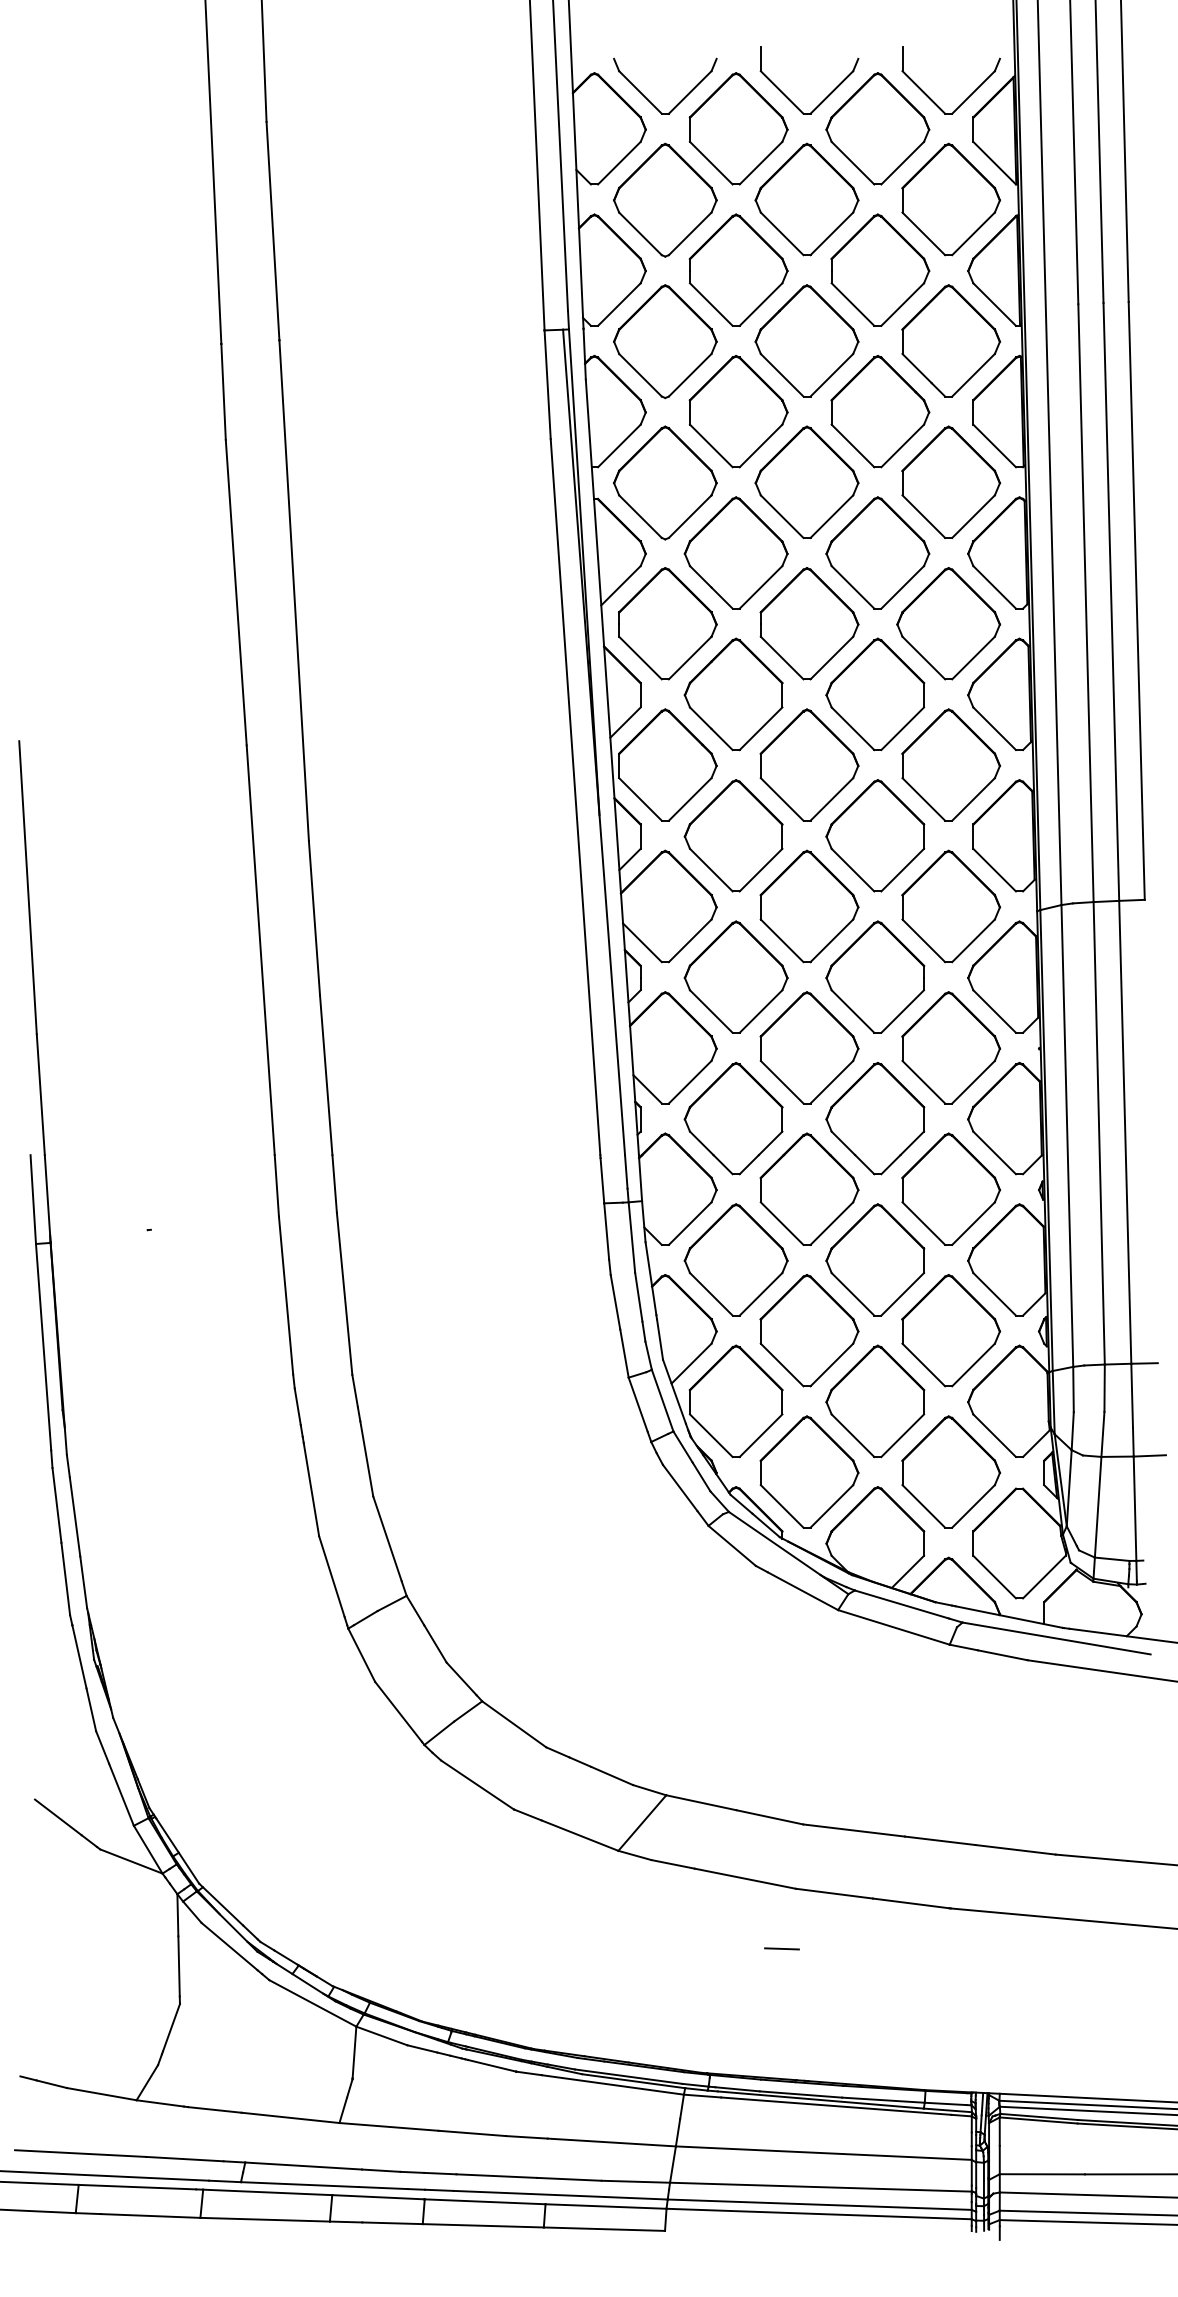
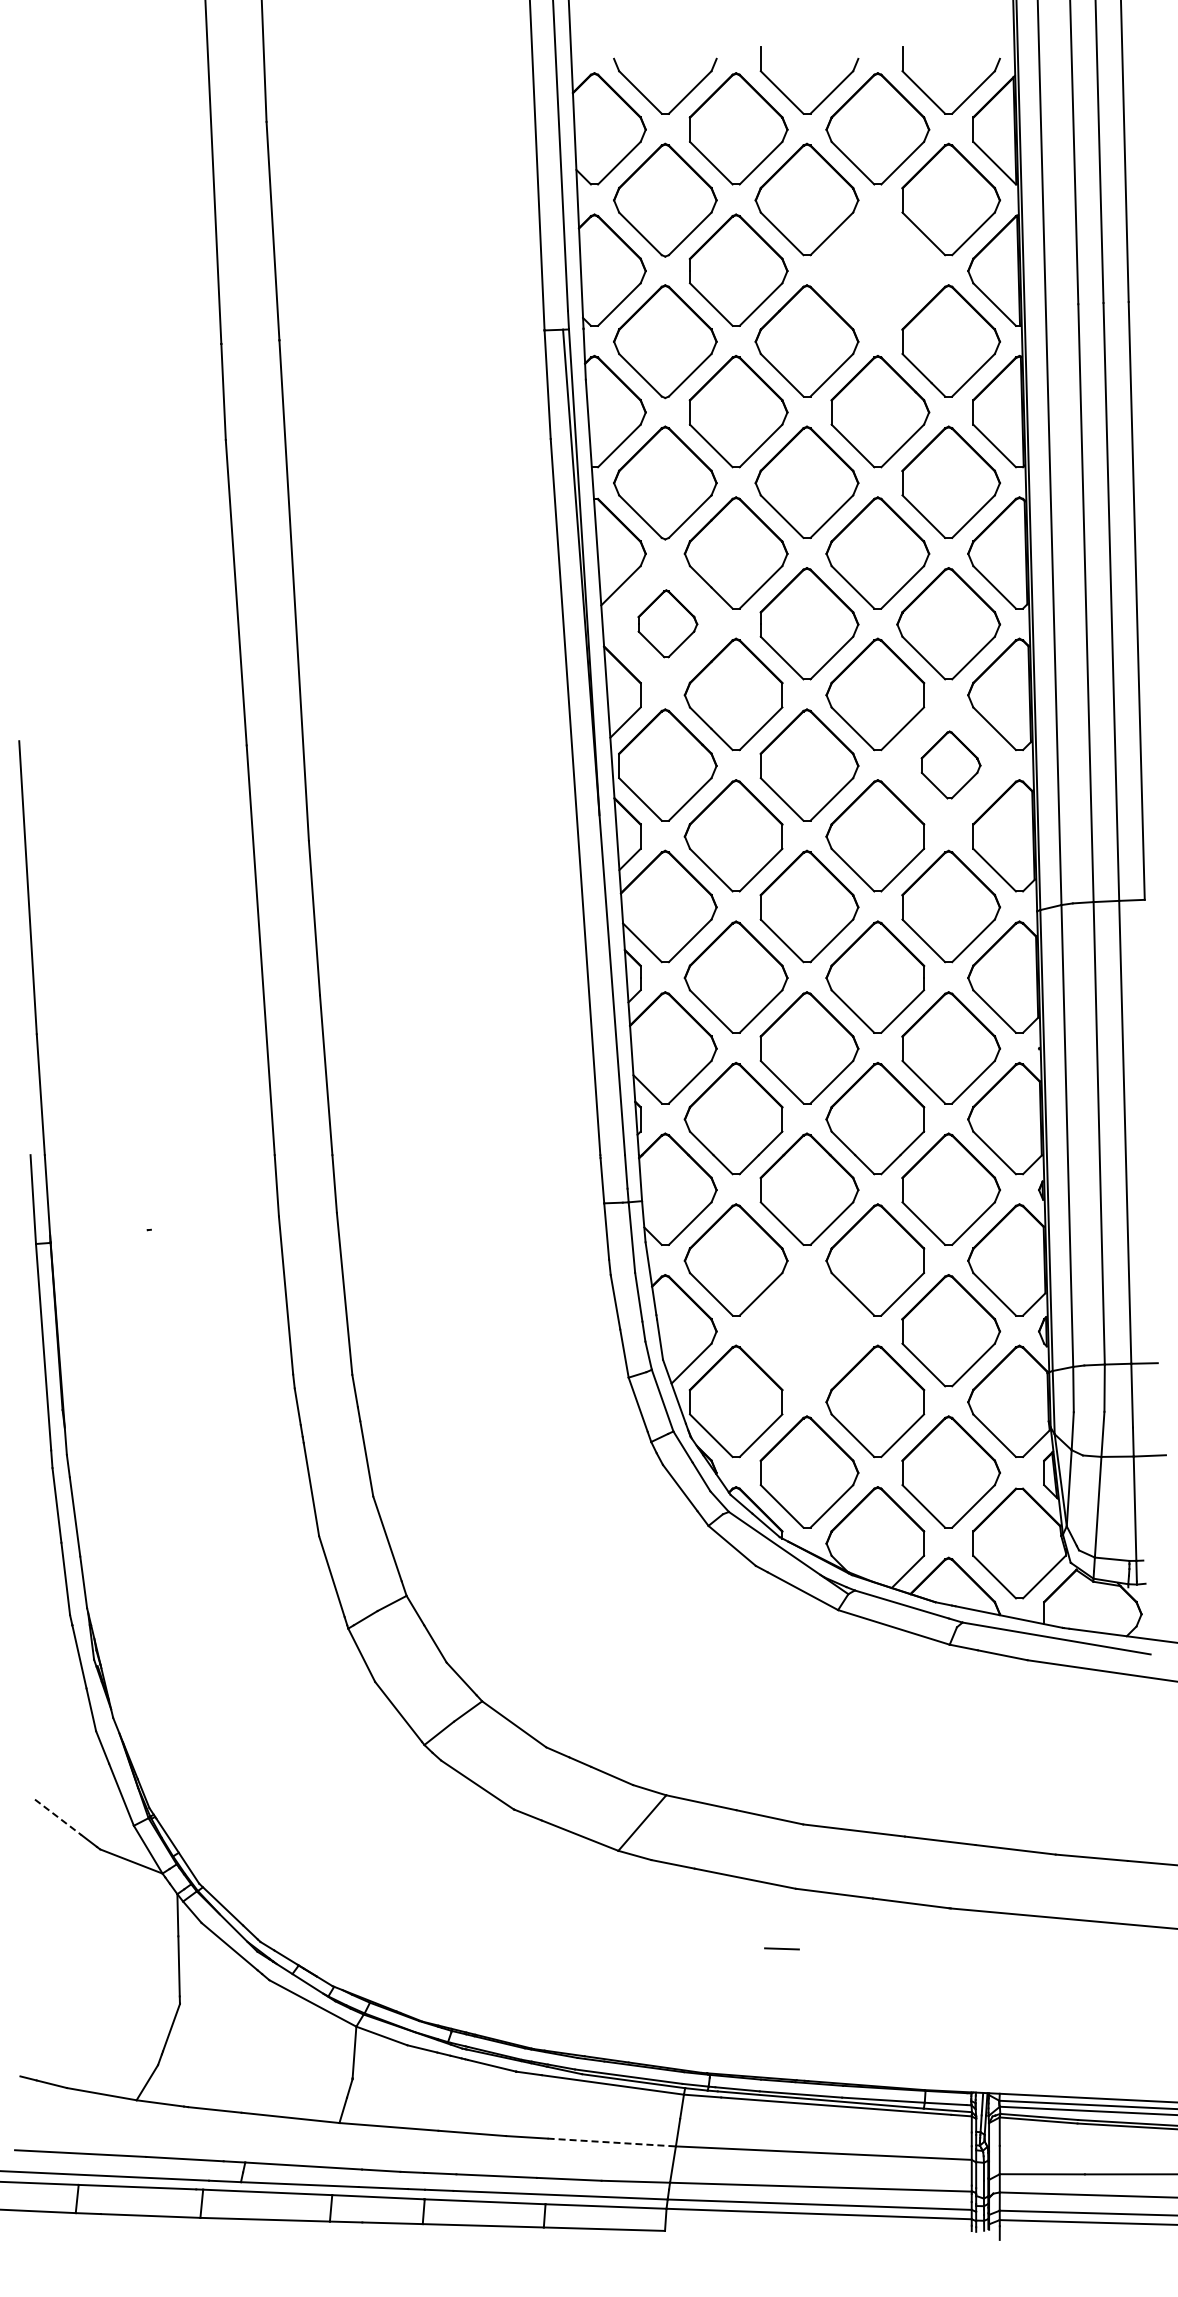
part at (880, 269): present -> none
part at (667, 623) size: 100x114 px -> 62x70 px
part at (950, 764) size: 100x114 px -> 62x70 px
part at (809, 1330): present -> none
line at (58, 1817): solid -> dashed
line at (612, 2142): solid -> dashed
